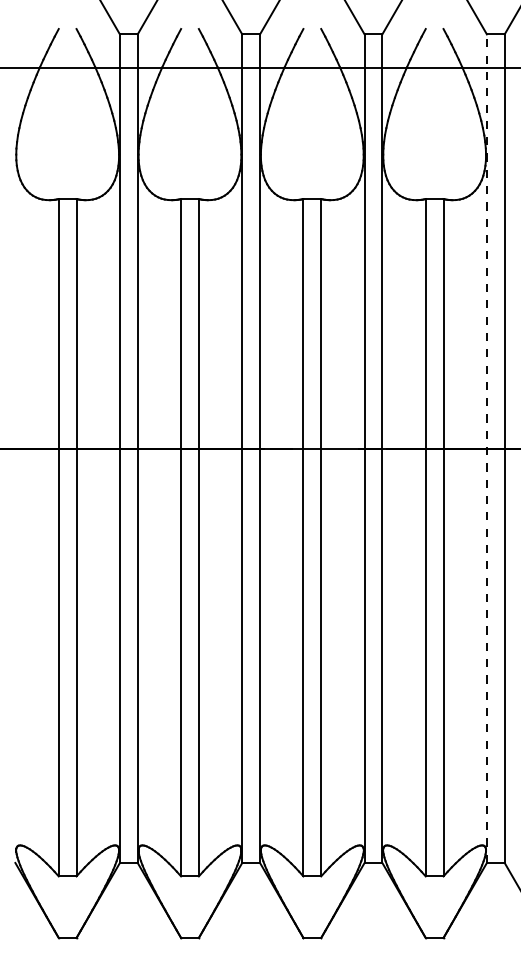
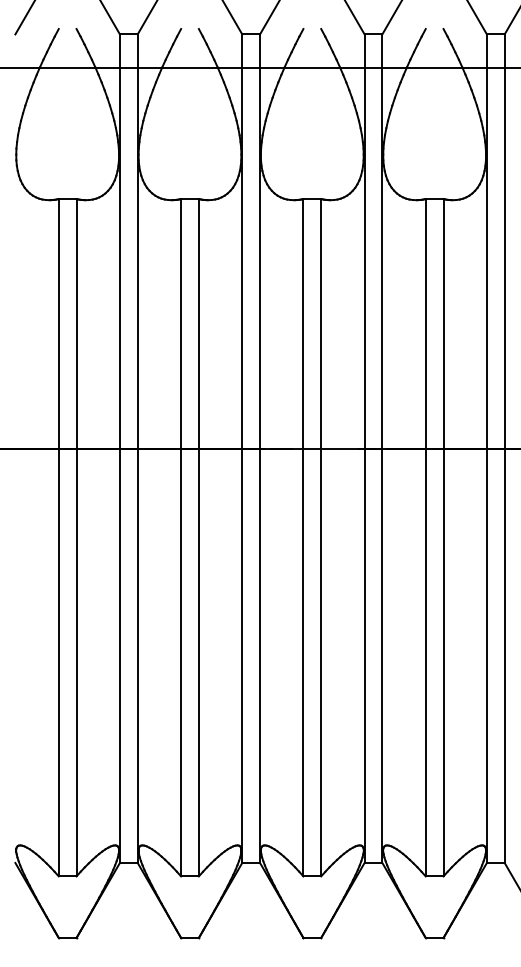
line at (24, 18): none -> present
line at (486, 448): dashed -> solid
